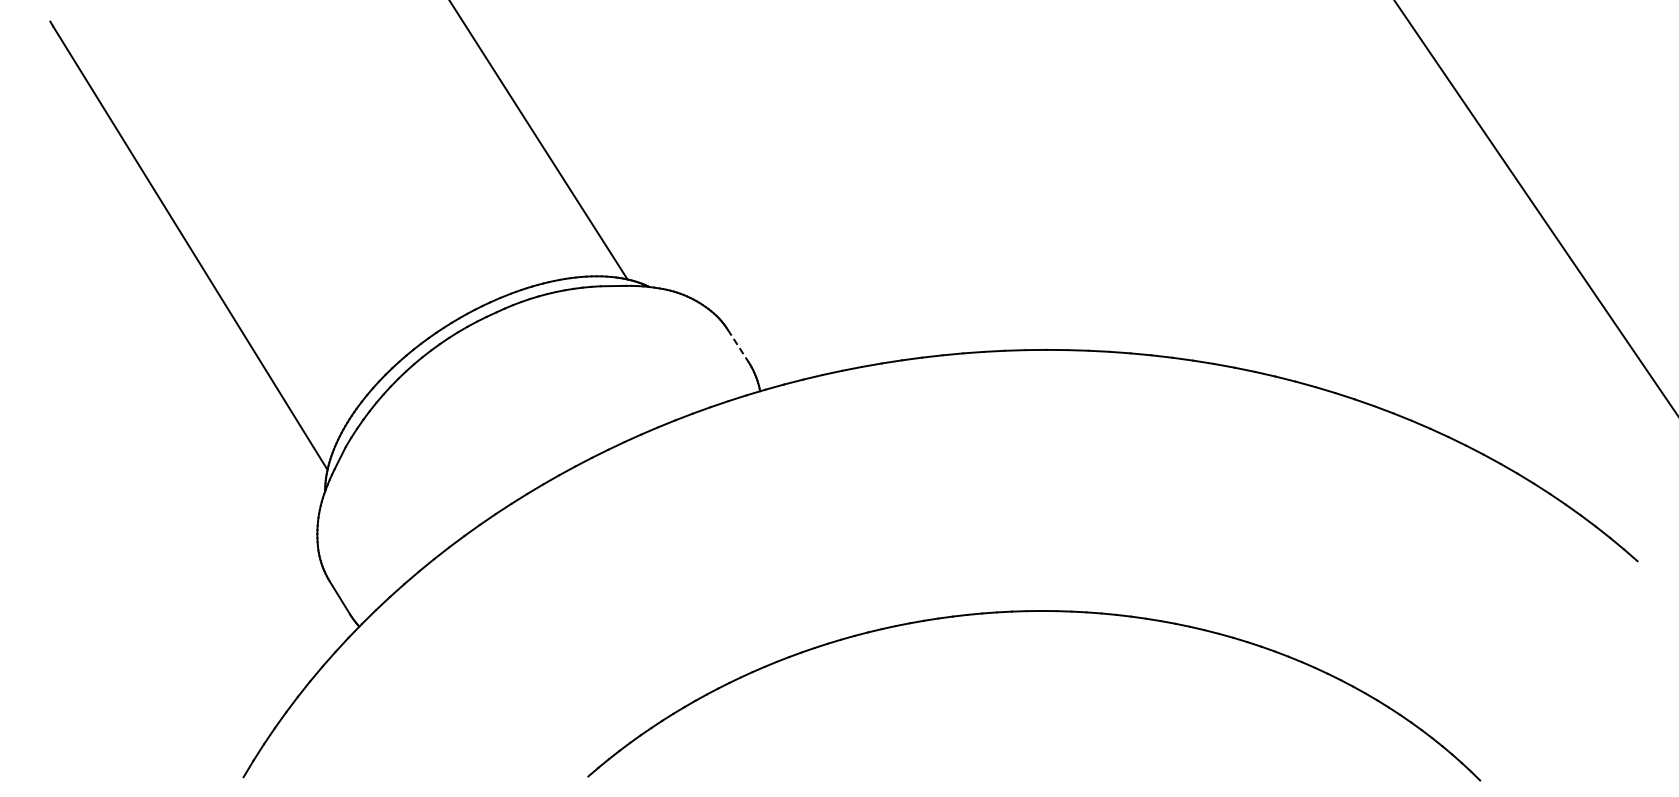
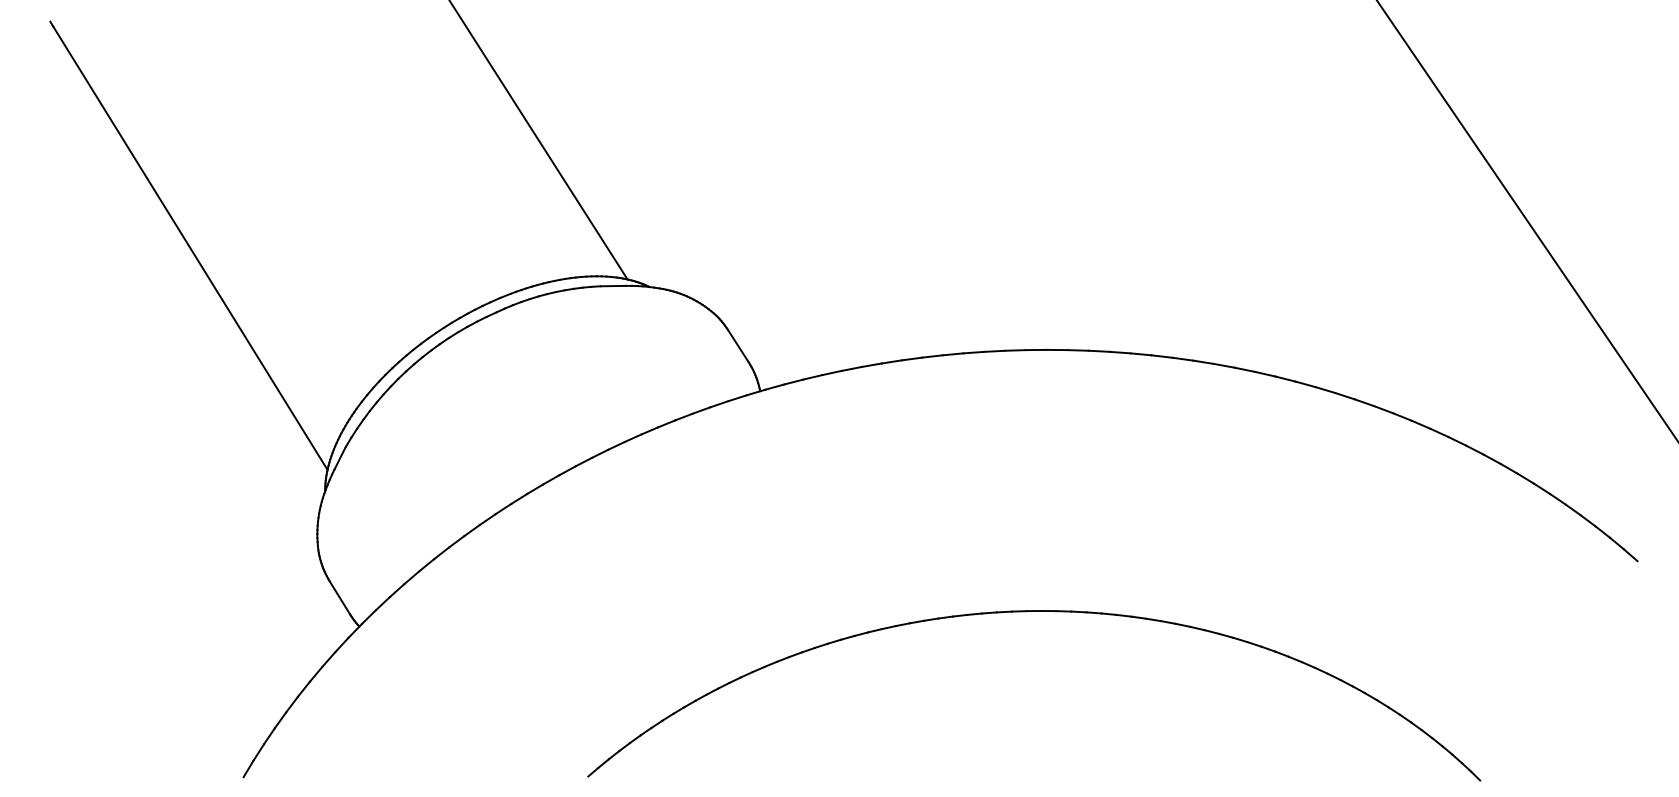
line at (1535, 207) position: (1535, 207) -> (1526, 220)
line at (738, 346): dashed -> solid
